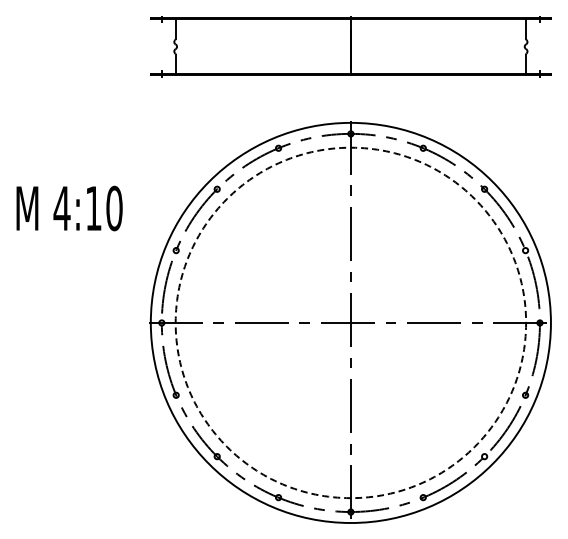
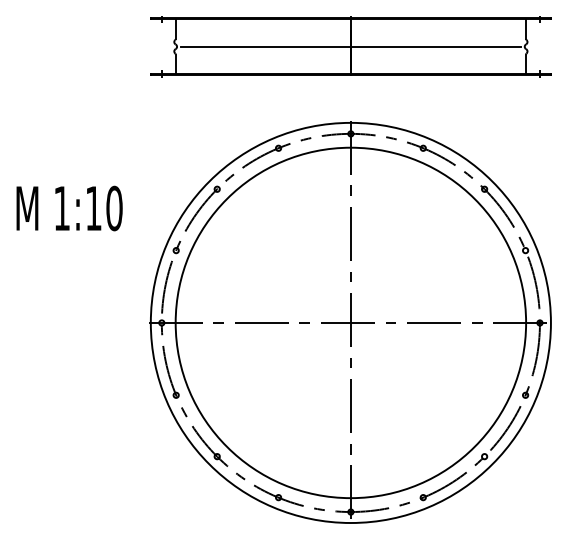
line at (350, 46): none -> present
text at (61, 208): 4:10 -> 1:10
circle at (350, 322): dashed -> solid
